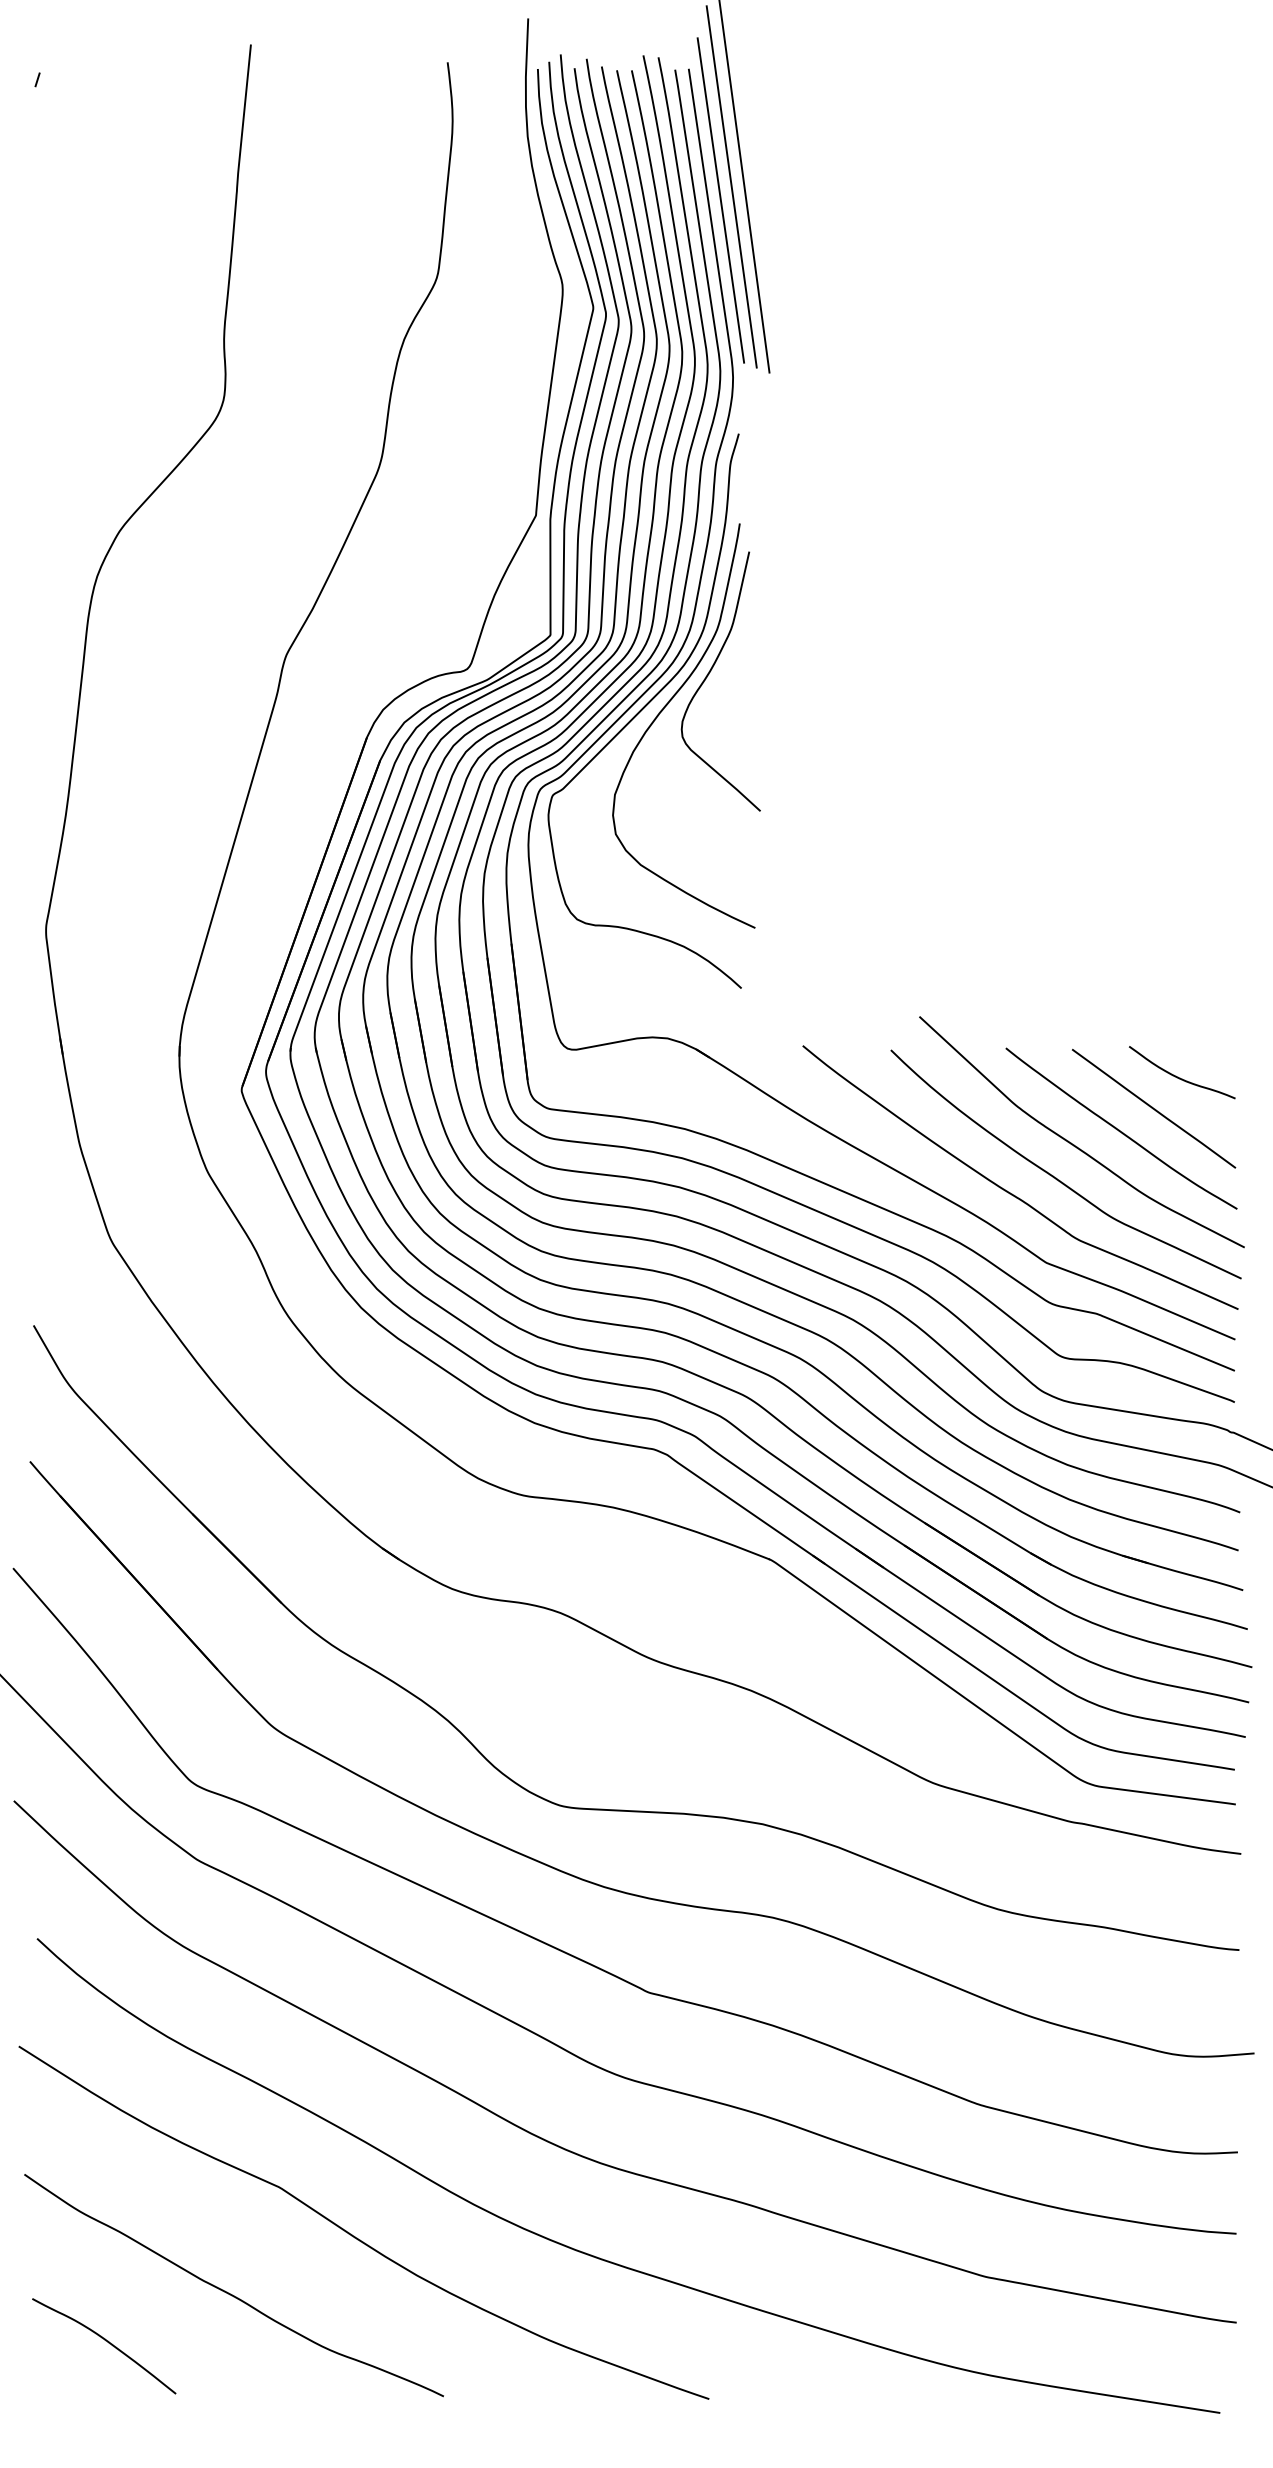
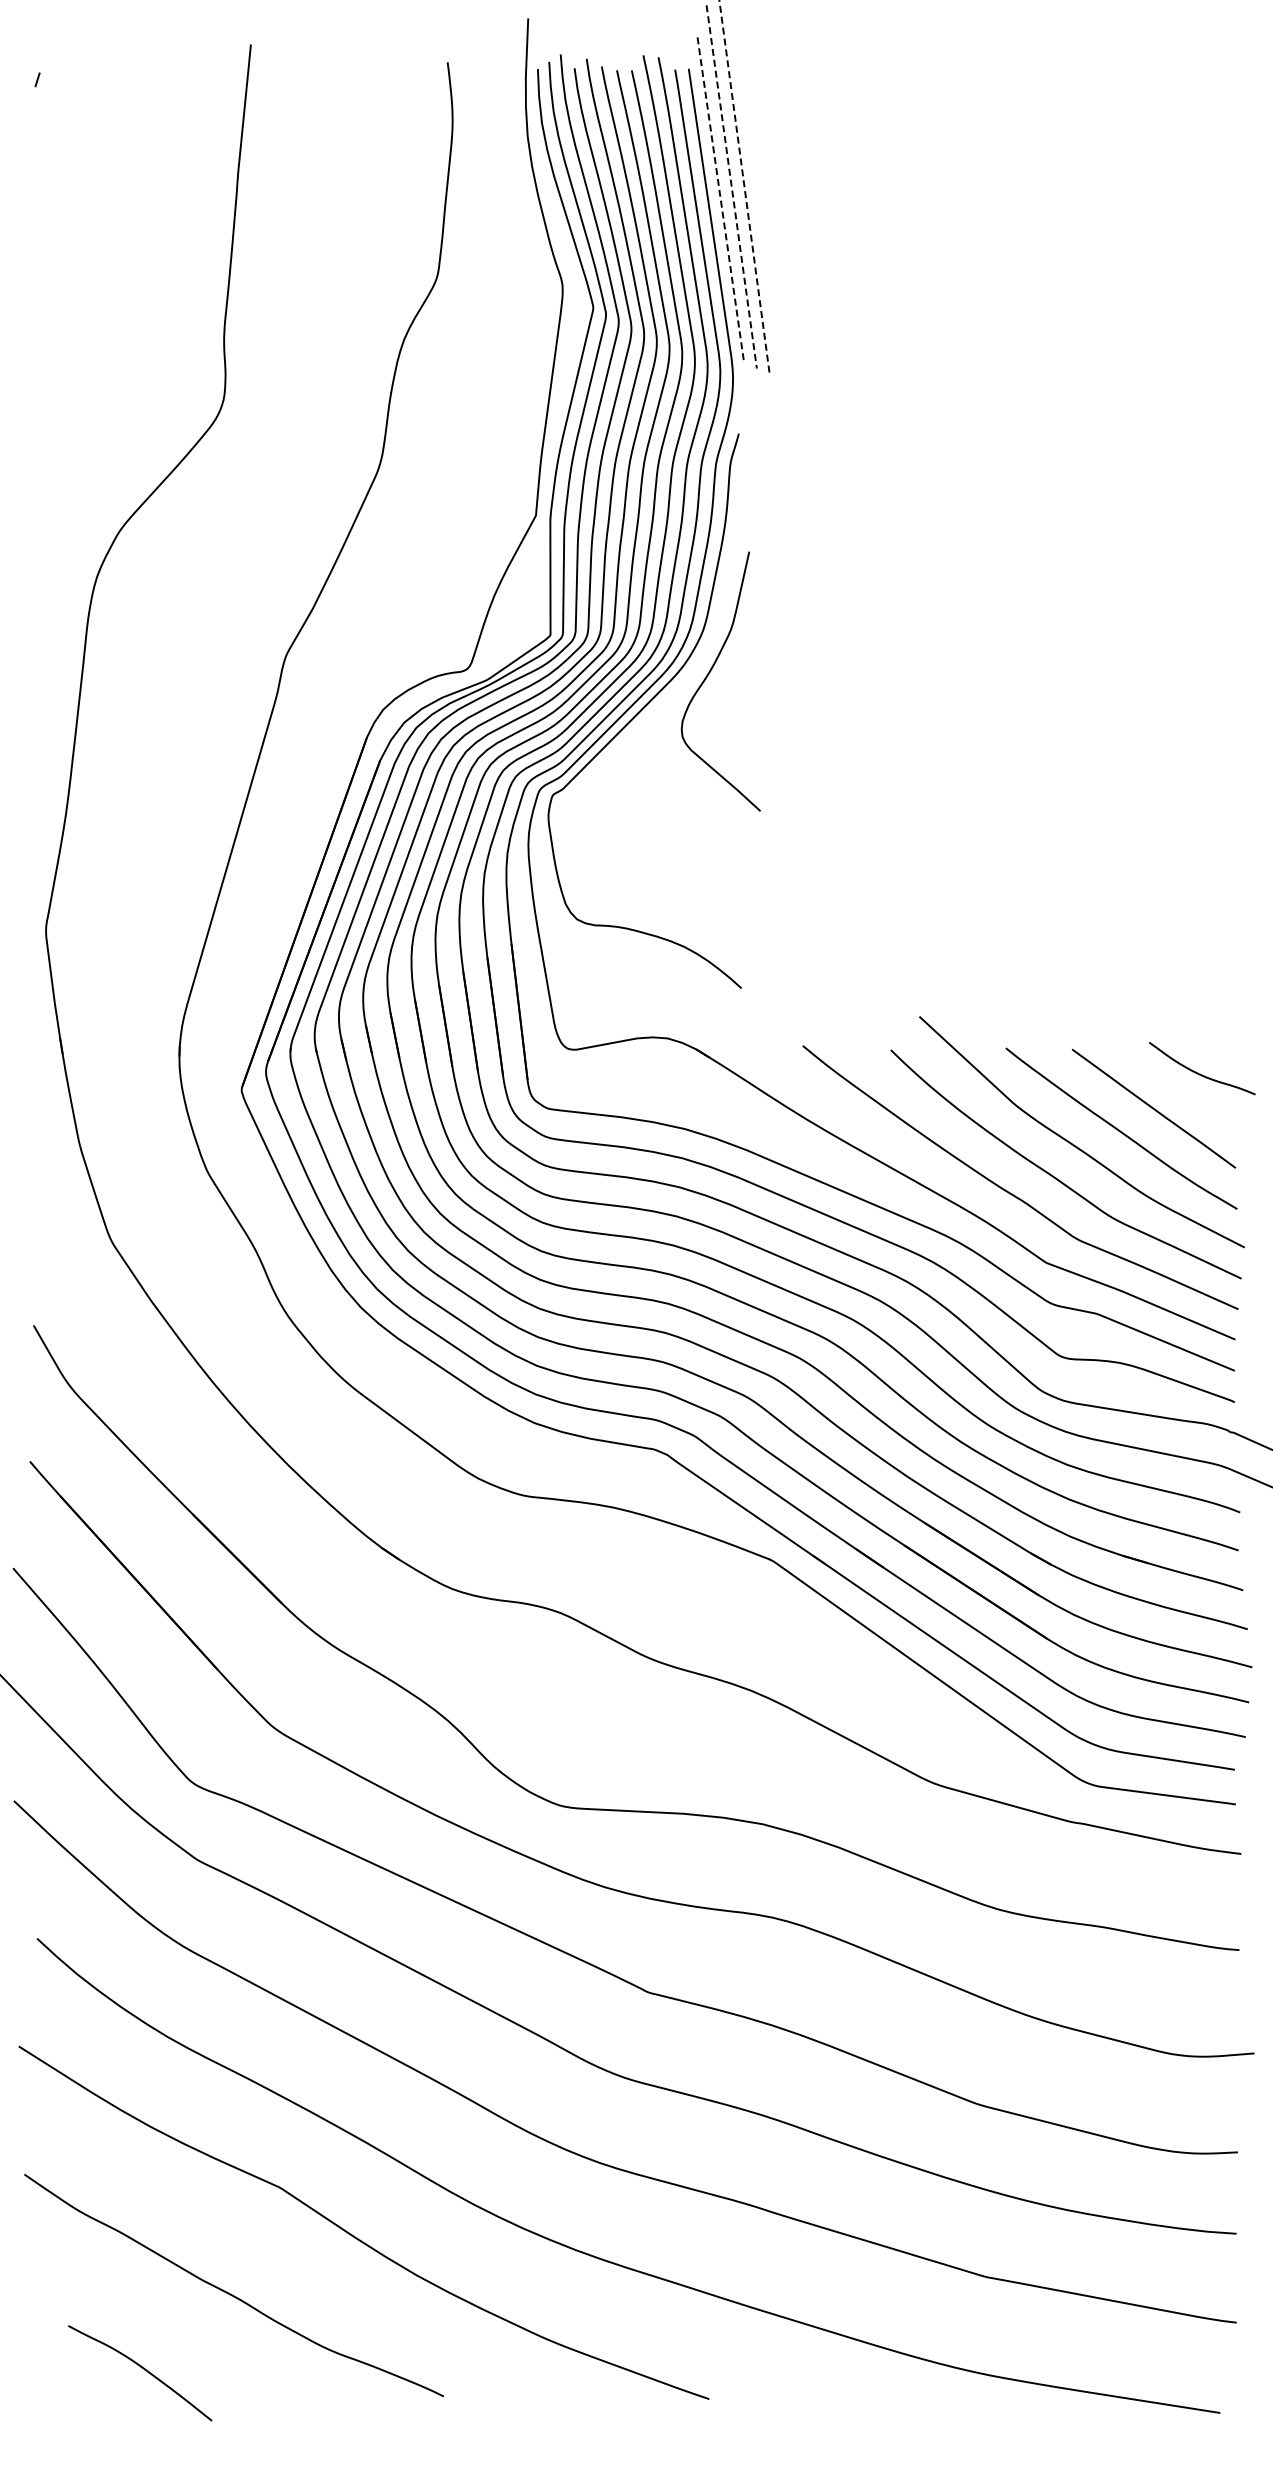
line at (731, 187): solid -> dashed
line at (744, 187): solid -> dashed
line at (720, 200): solid -> dashed
curve at (663, 710): present -> none
curve at (1180, 1077) position: (1180, 1077) -> (1200, 1073)
curve at (107, 2342) position: (107, 2342) -> (143, 2369)
